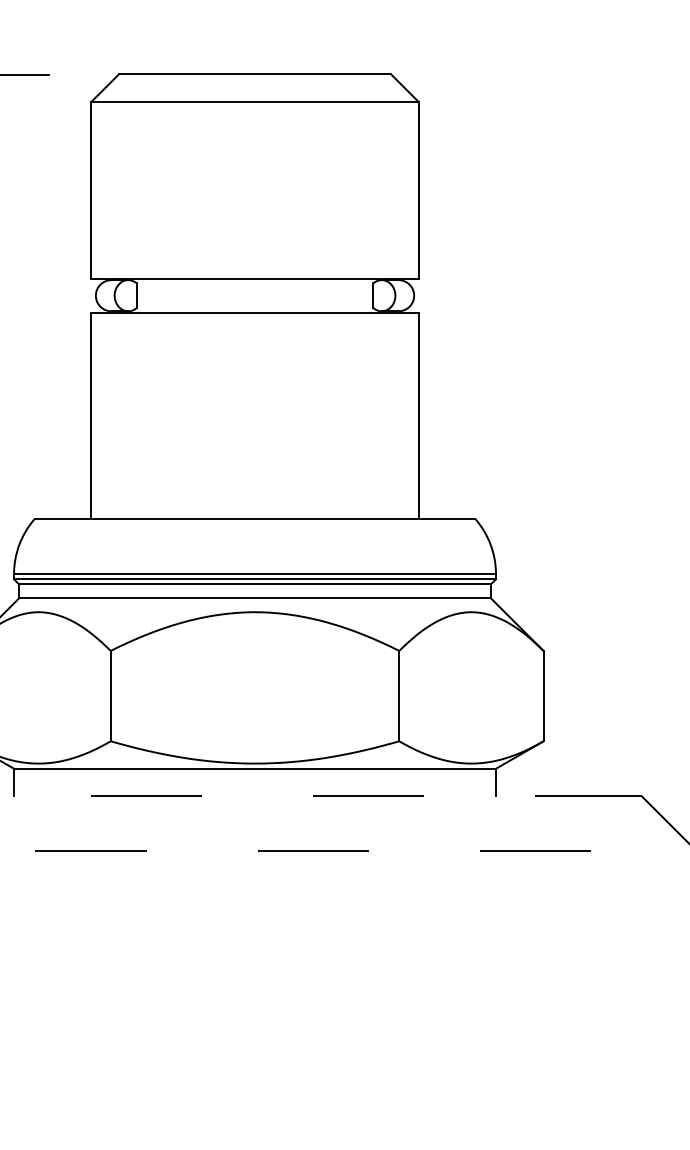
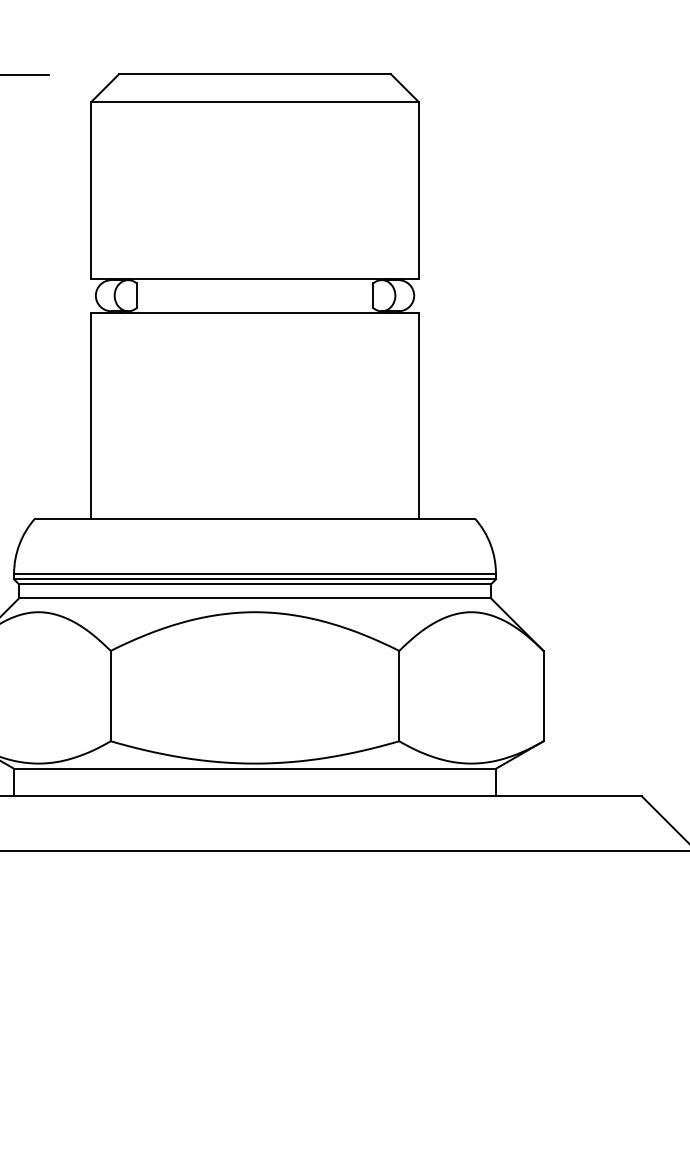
line at (320, 796): dashed -> solid
line at (345, 851): dashed -> solid
